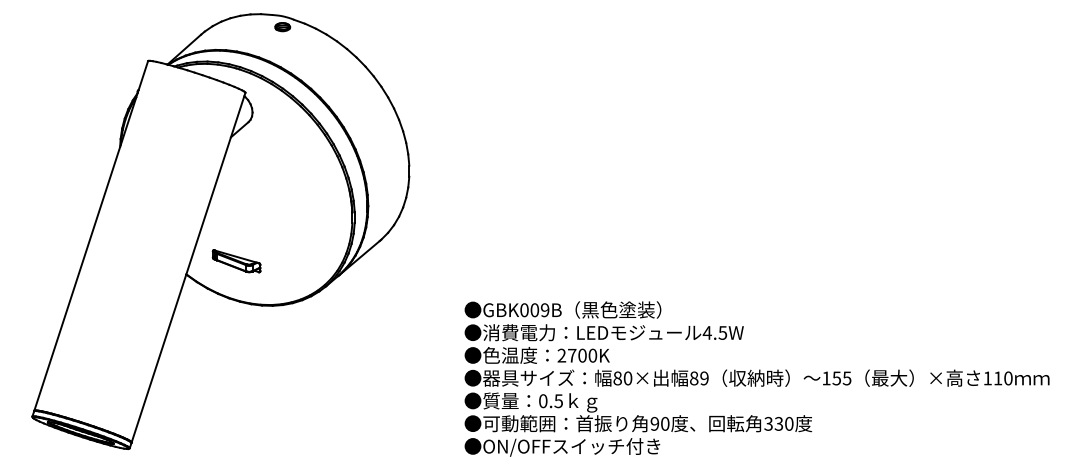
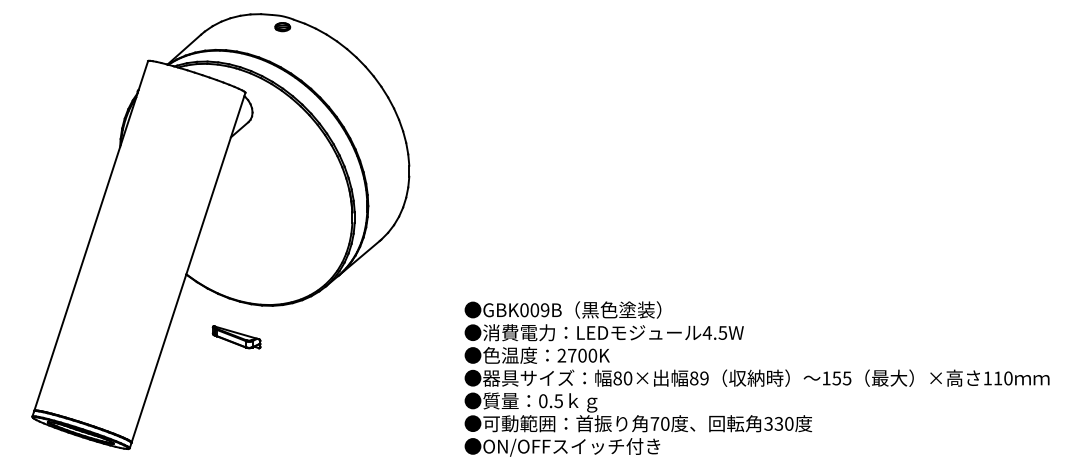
part at (236, 261) position: (236, 261) -> (236, 337)
text at (654, 423): 90 -> 70
